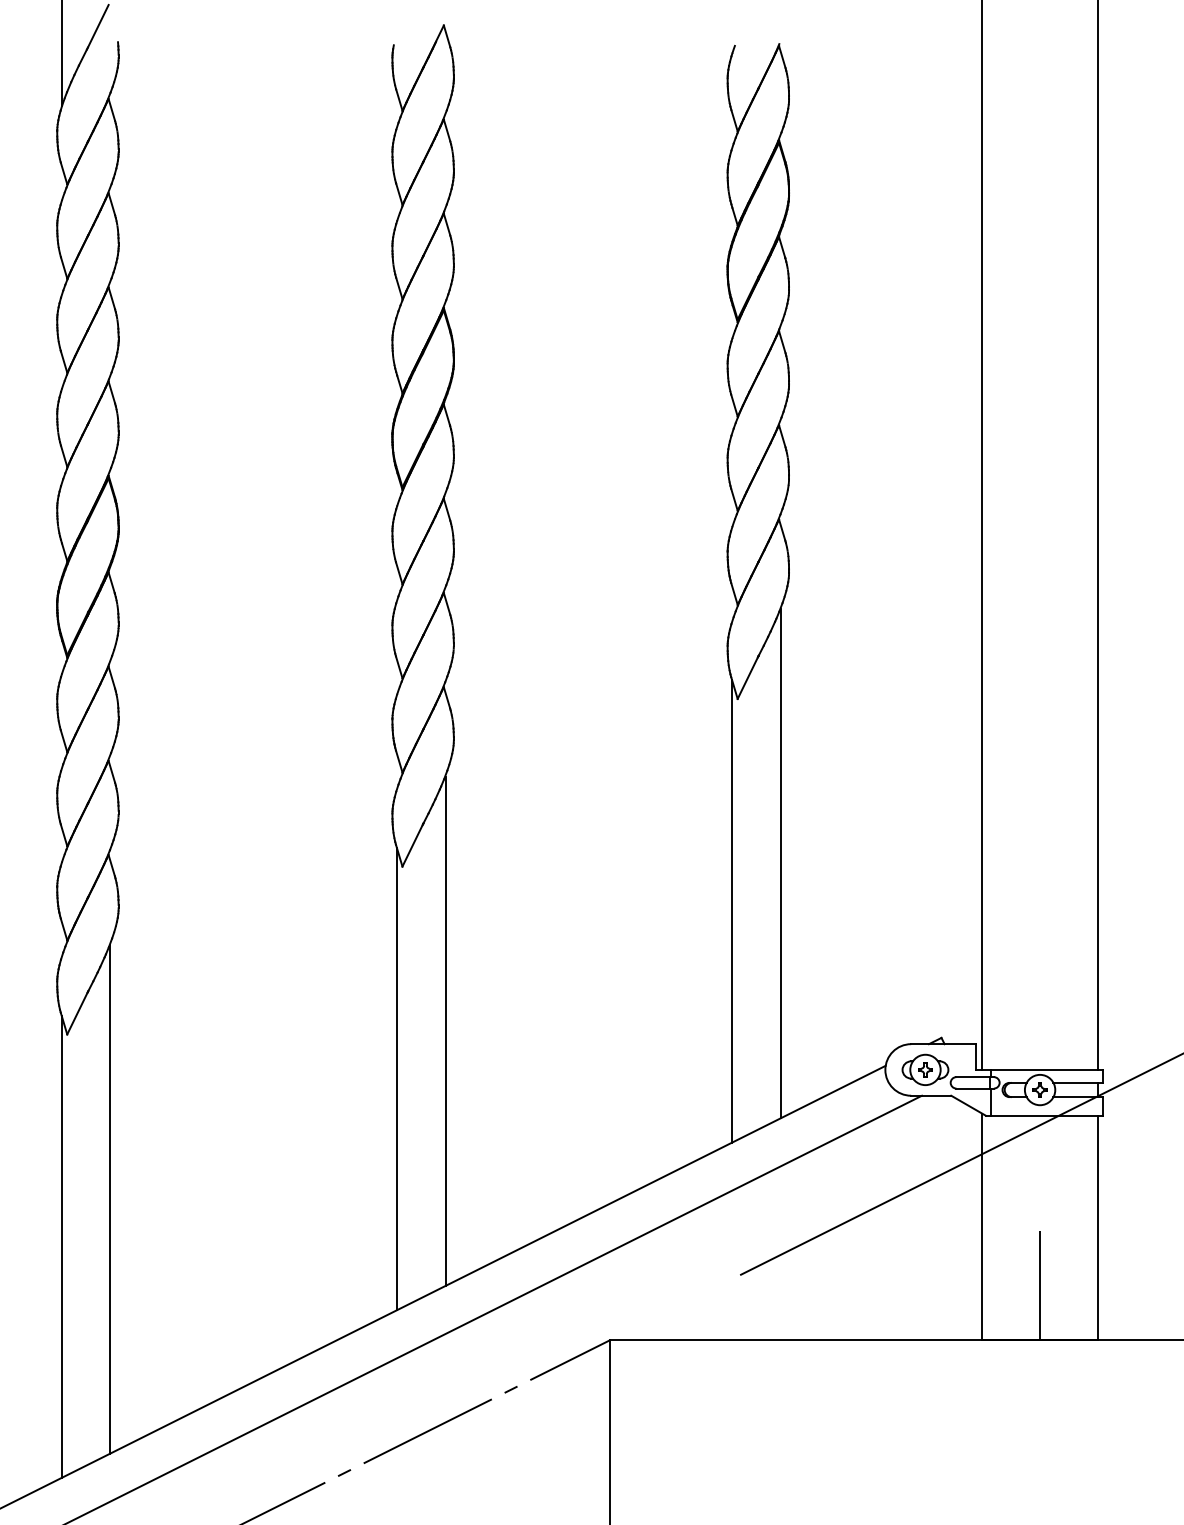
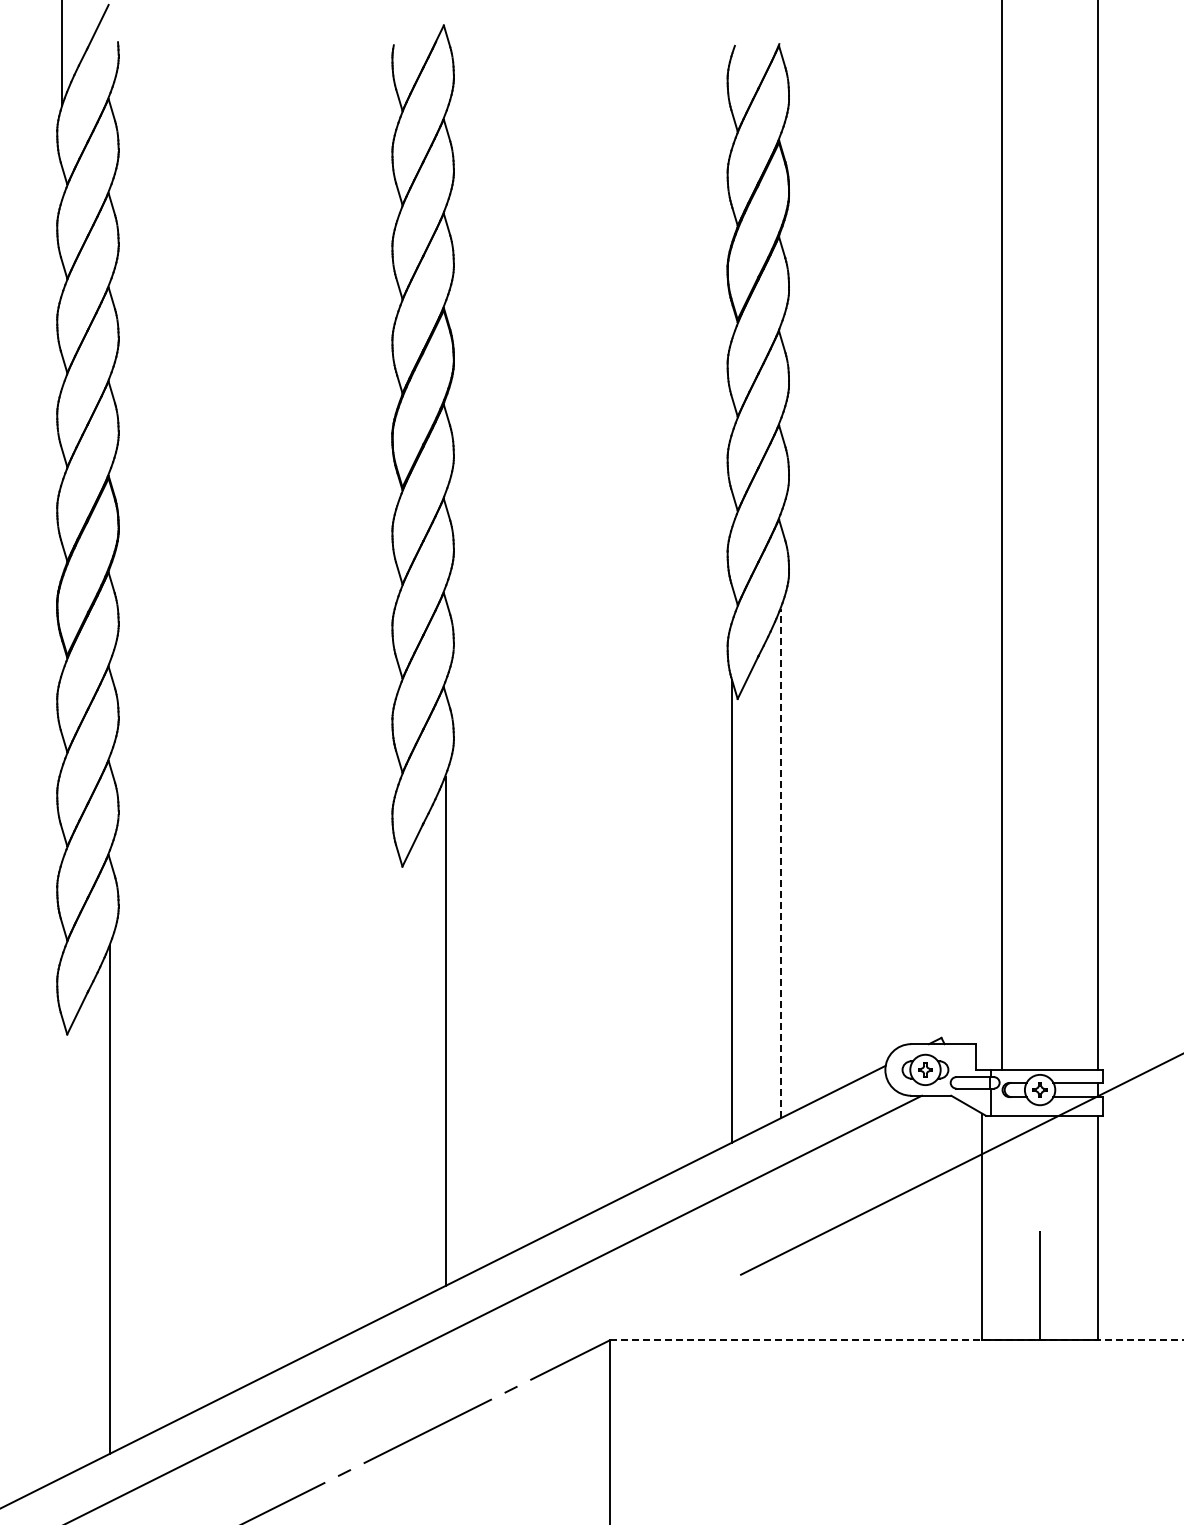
line at (982, 535) position: (982, 535) -> (1002, 535)
line at (780, 863): solid -> dashed
line at (396, 1078): present -> none
line at (61, 1246): present -> none
line at (897, 1340): solid -> dashed
